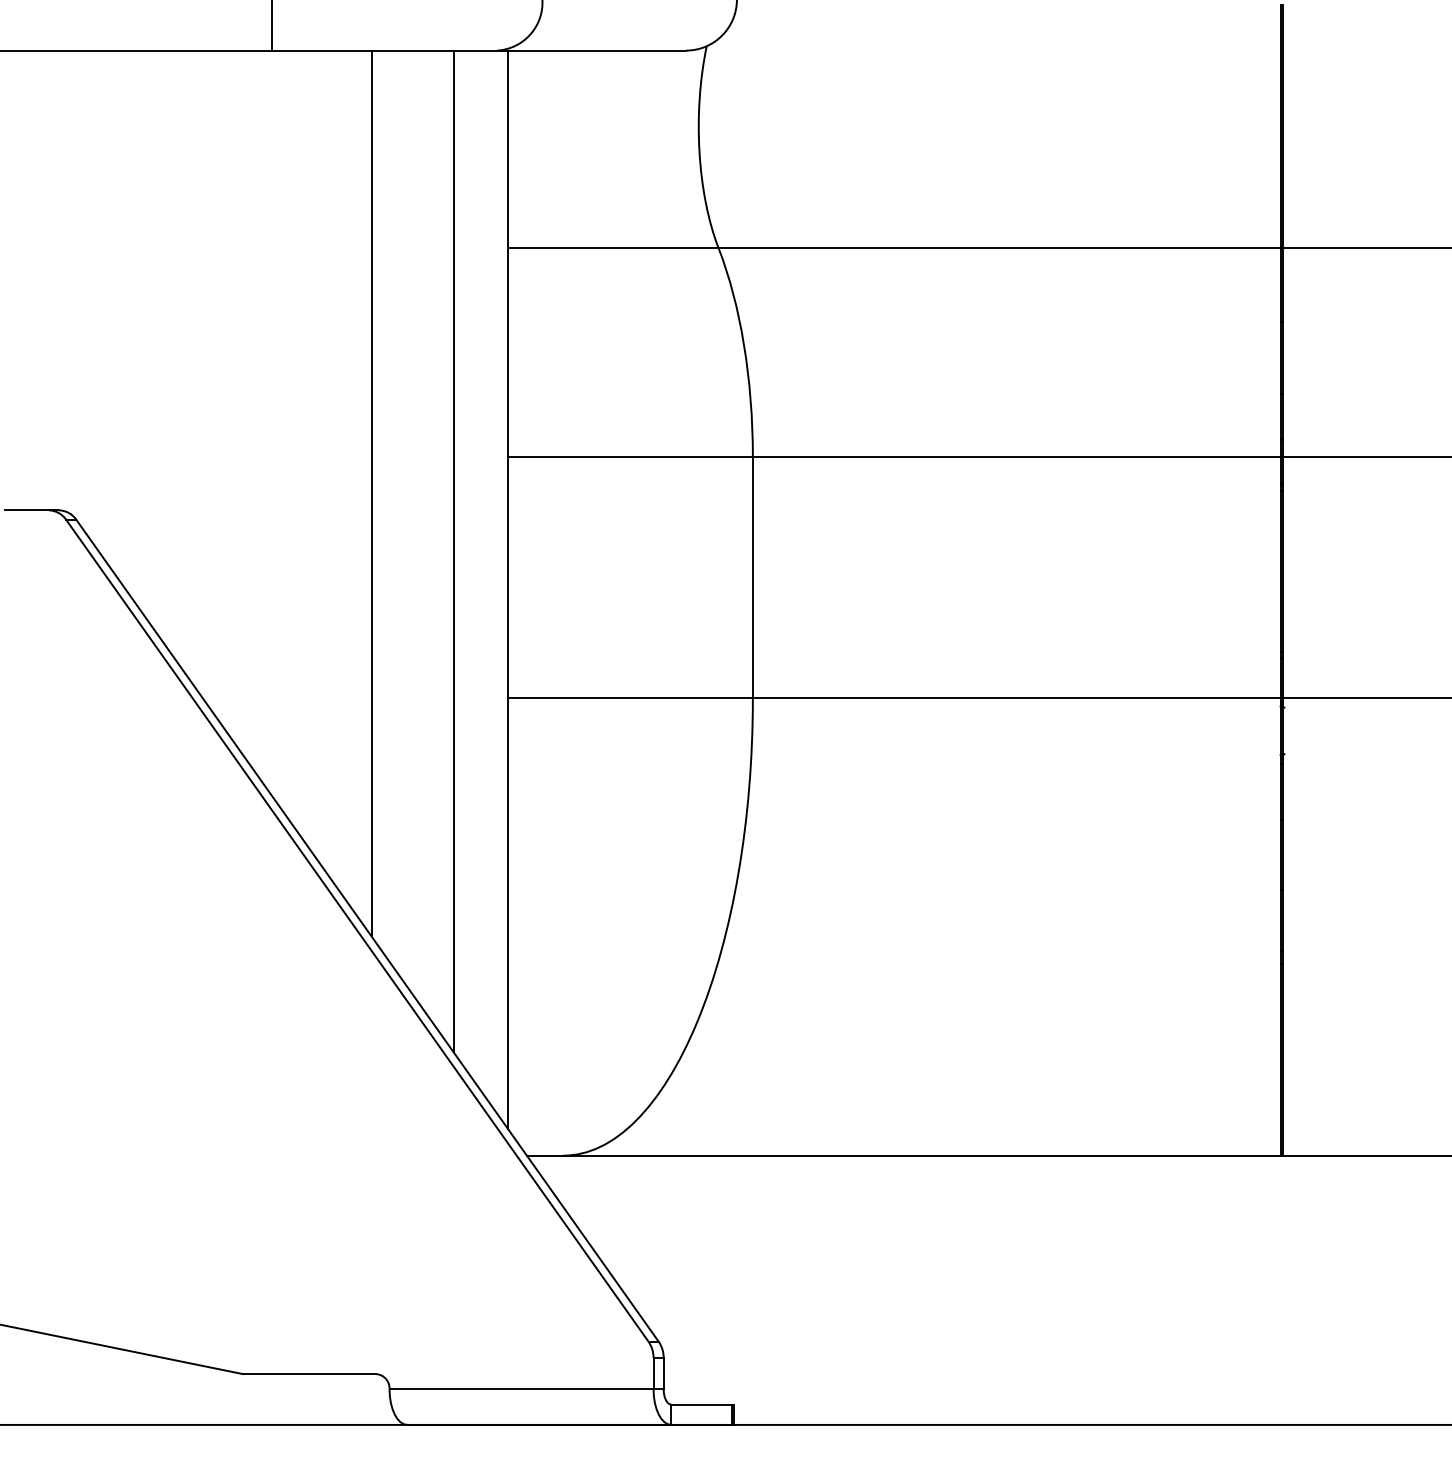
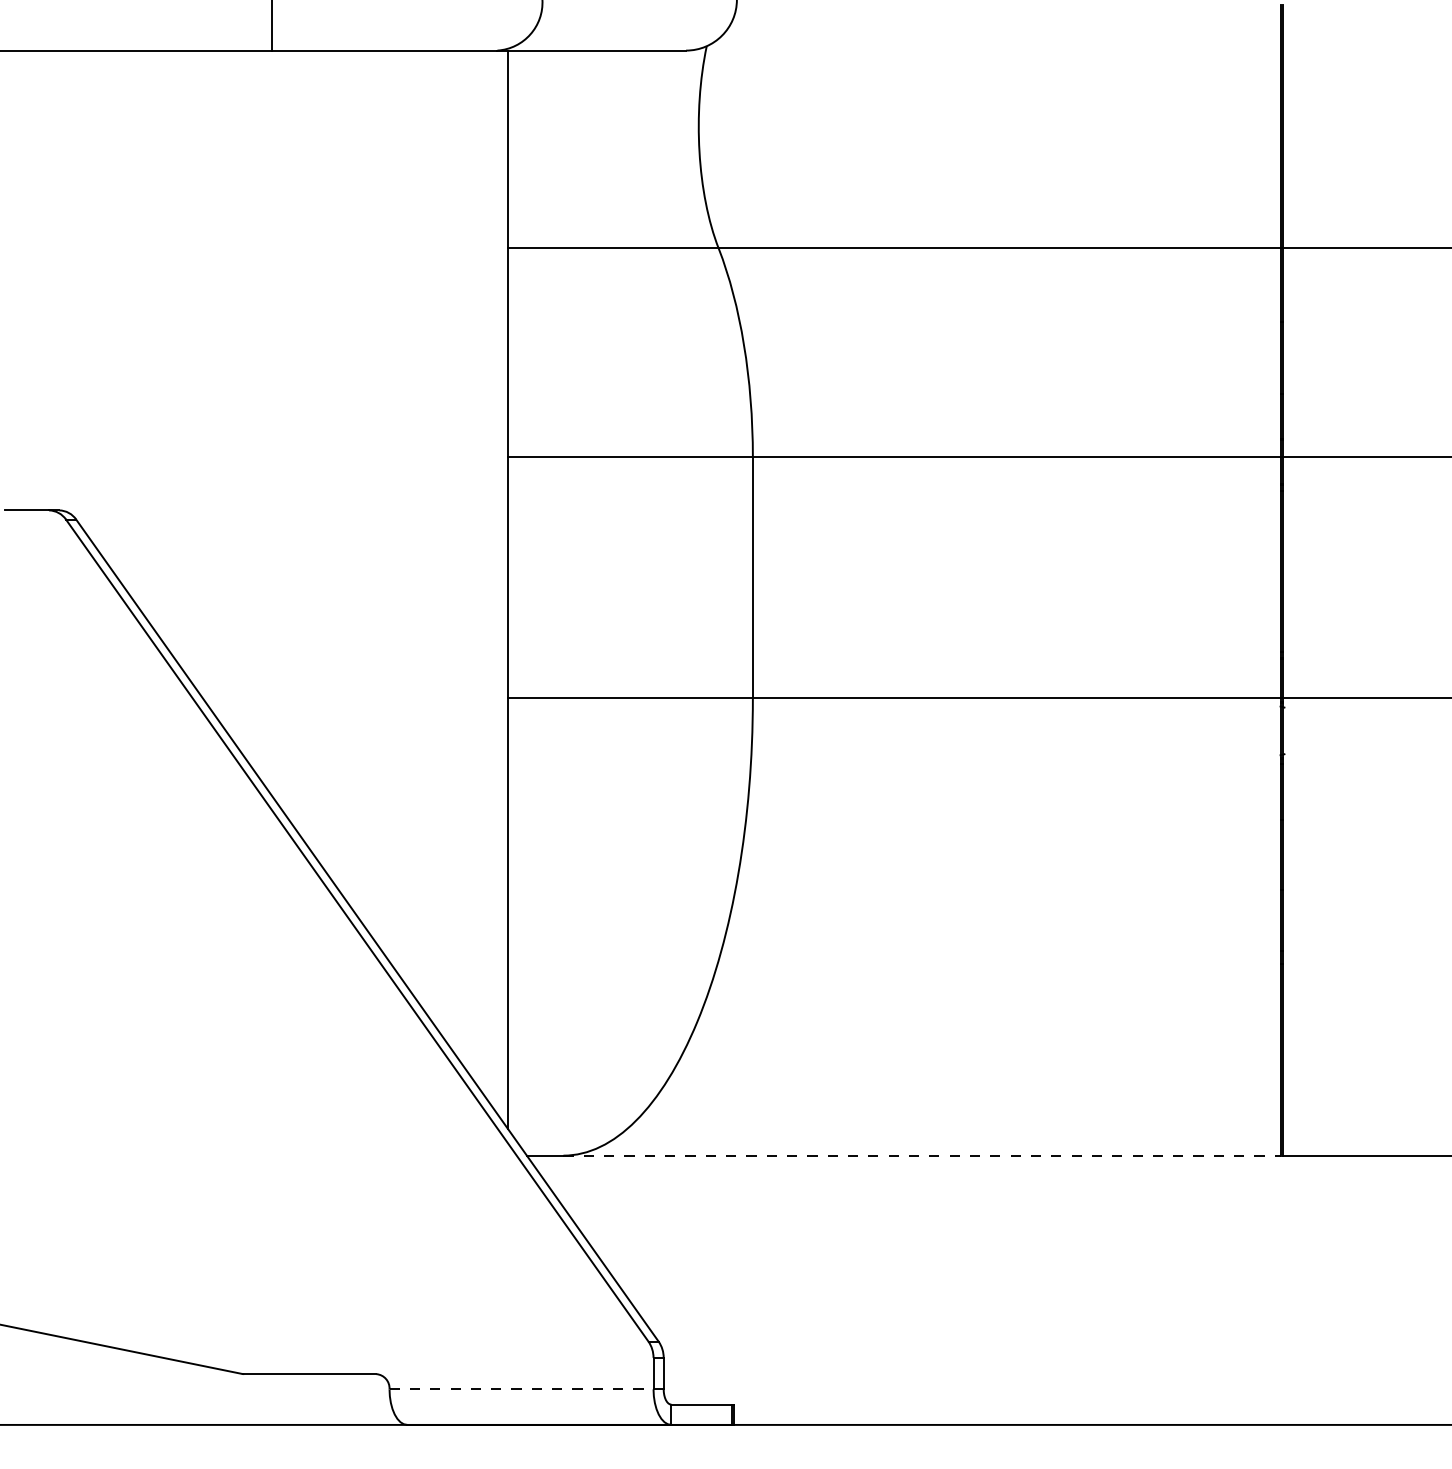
line at (371, 493): present -> none
line at (453, 551): present -> none
line at (922, 1155): solid -> dashed
line at (521, 1389): solid -> dashed
